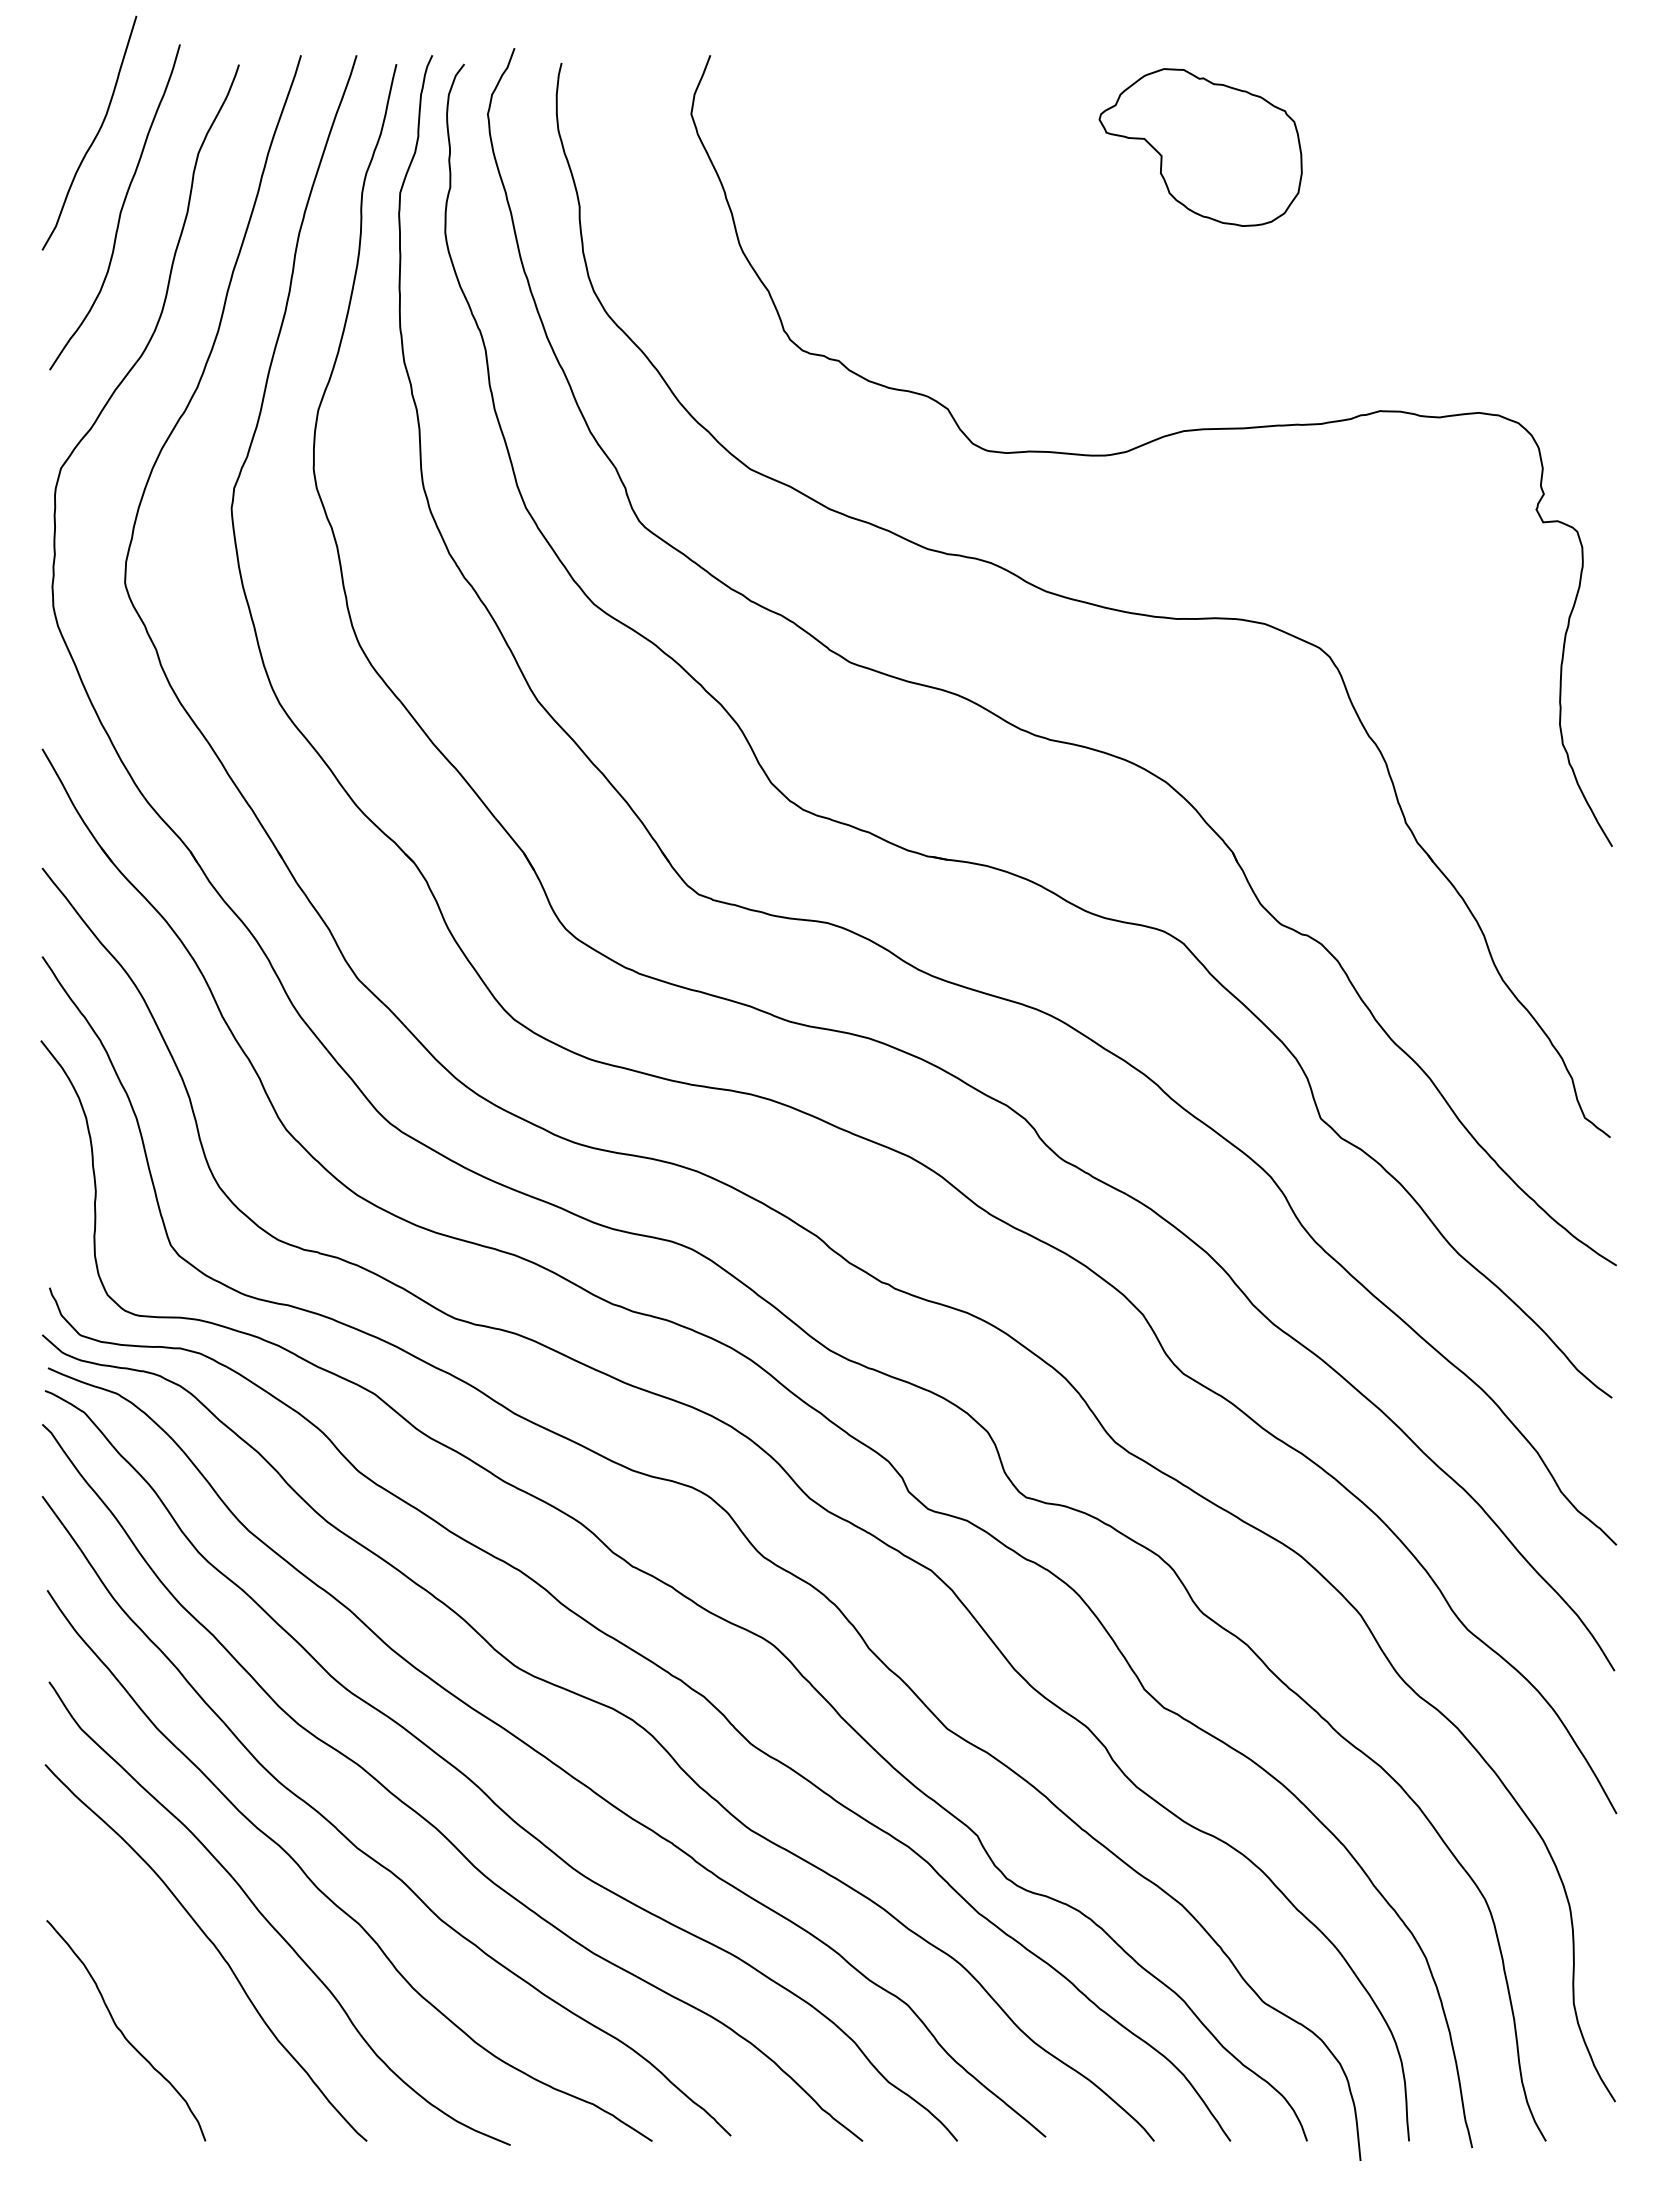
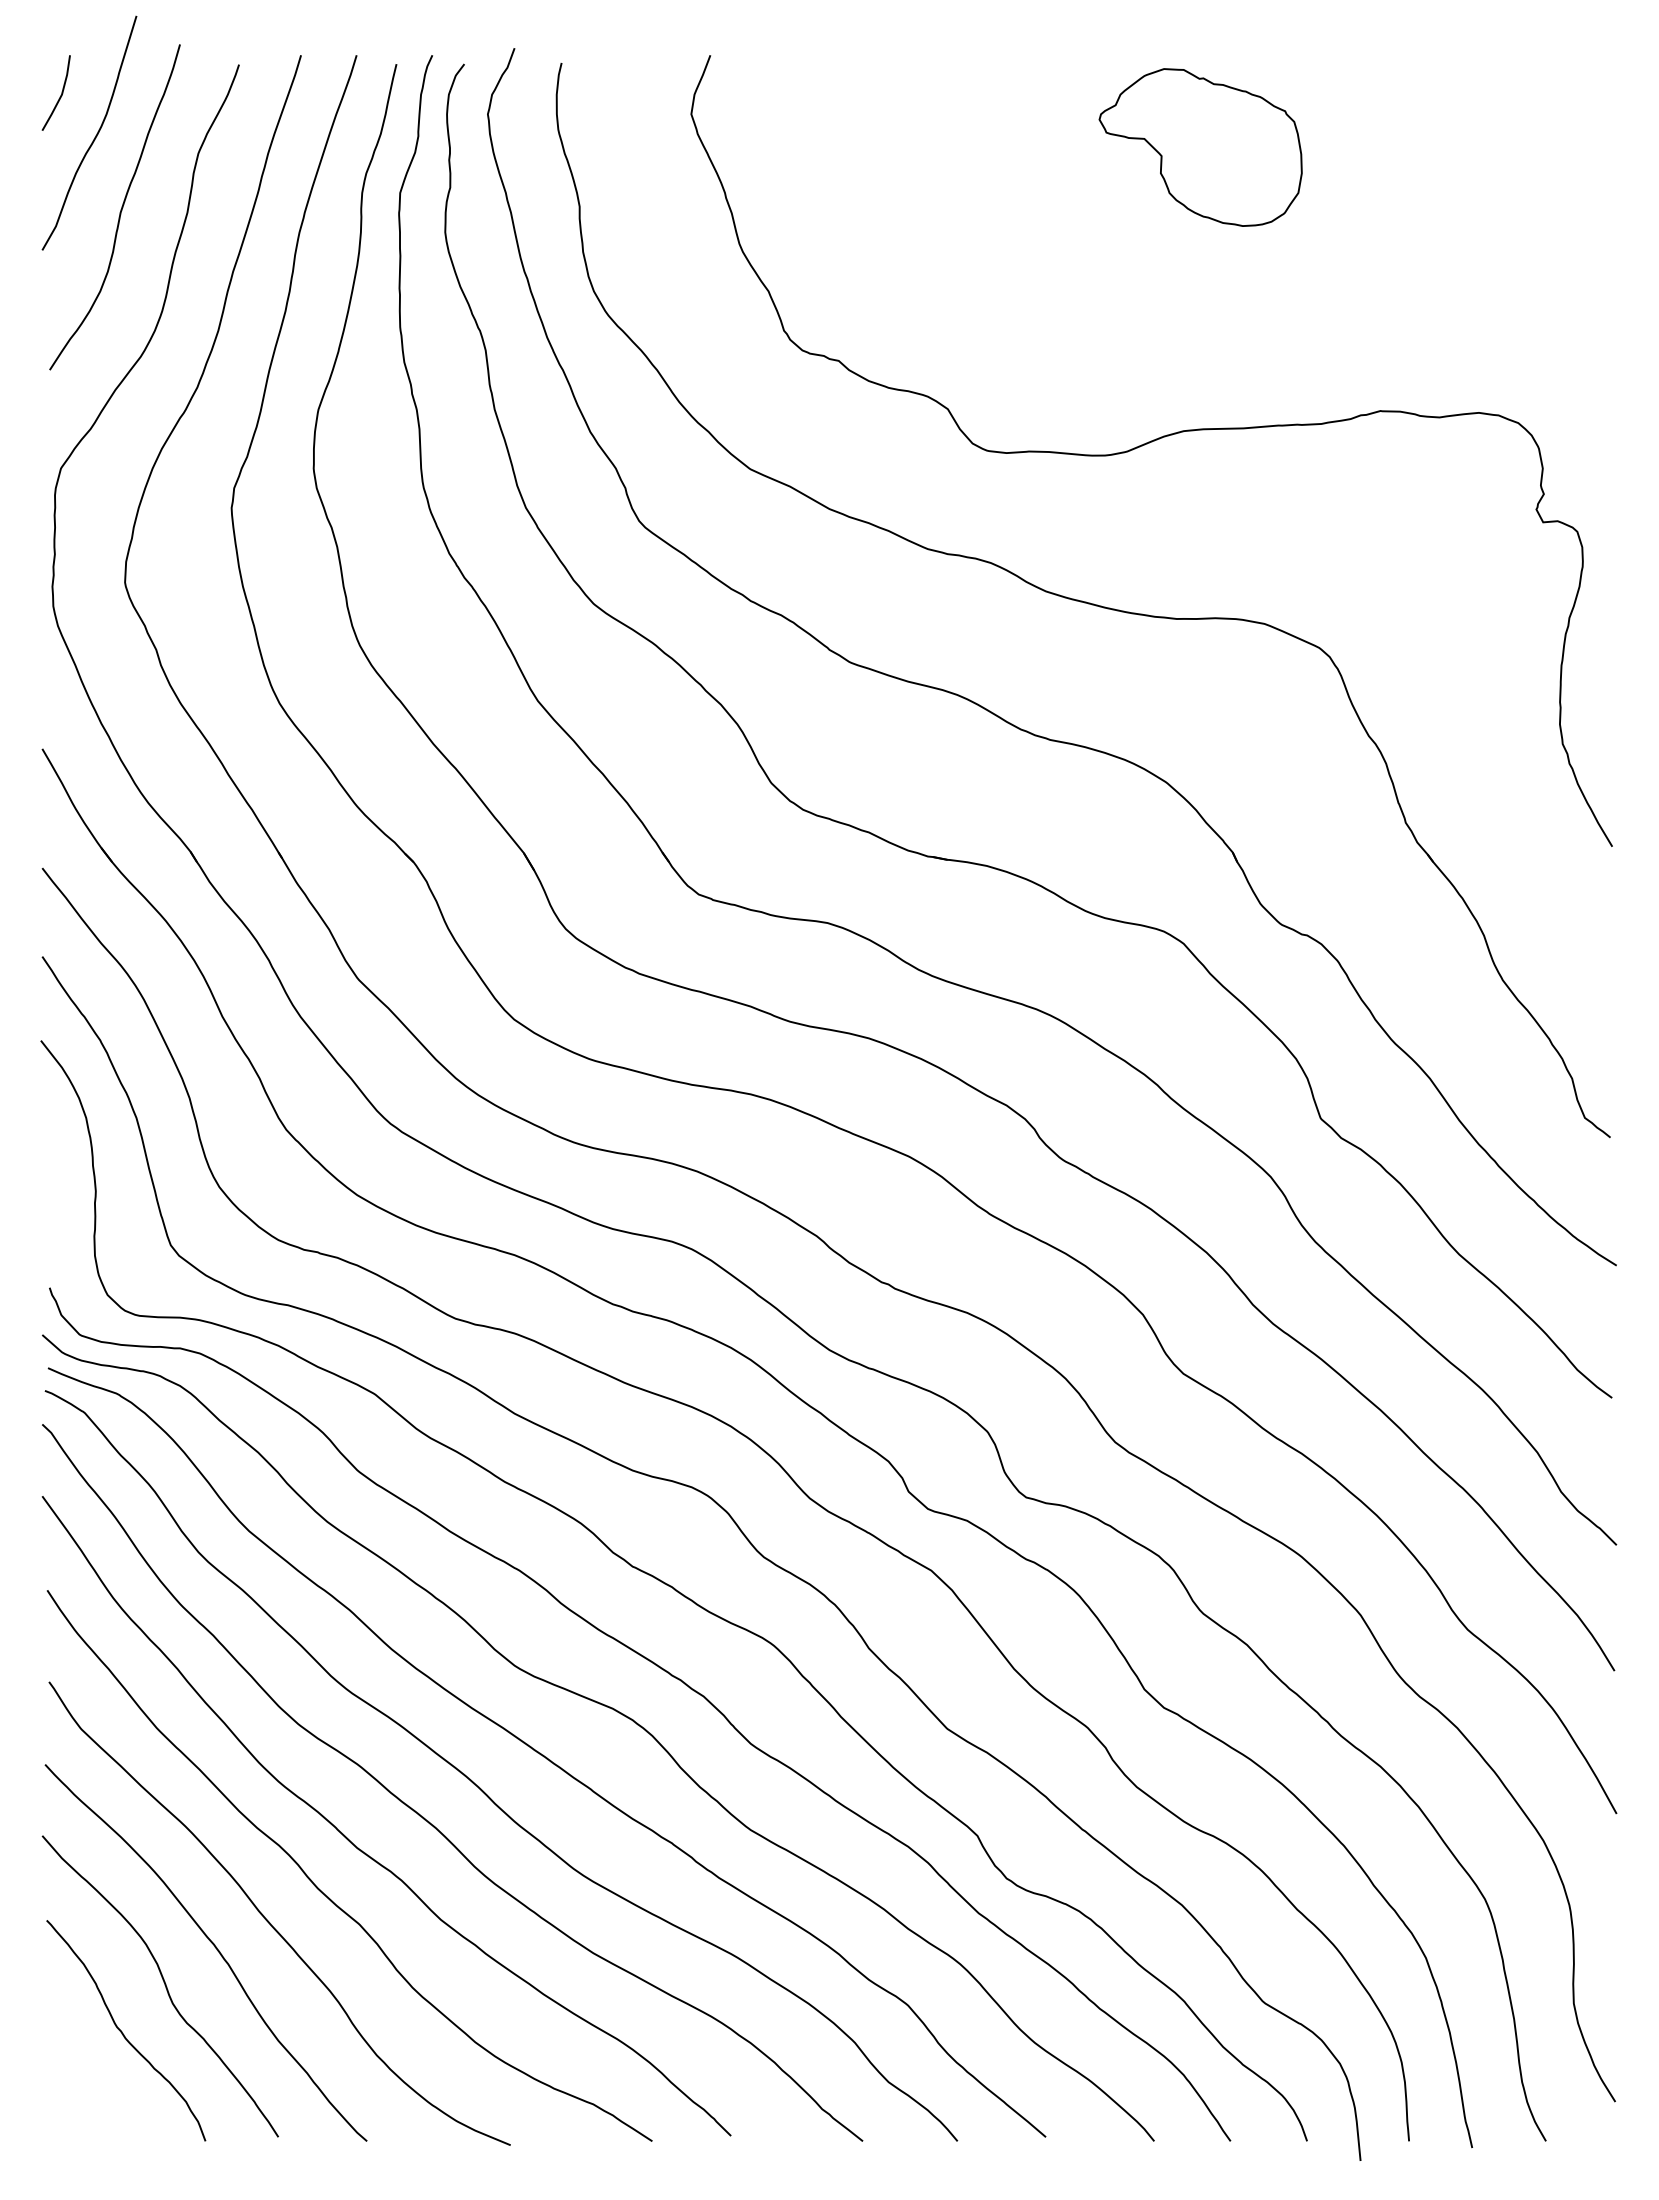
line at (60, 95): none -> present
curve at (164, 1985): none -> present
